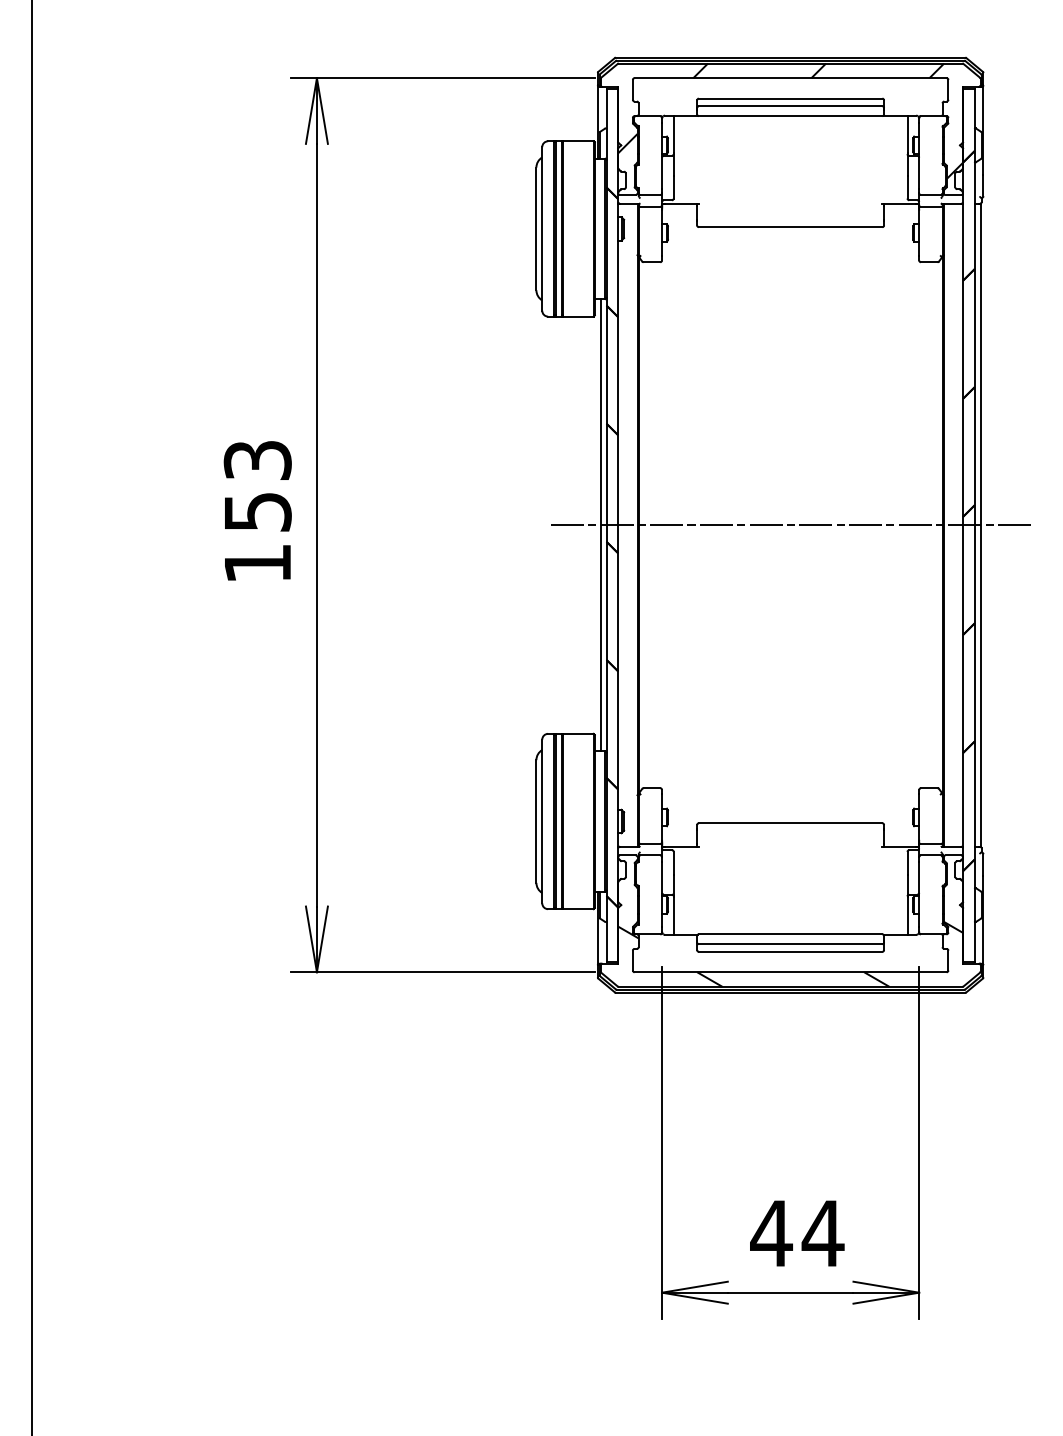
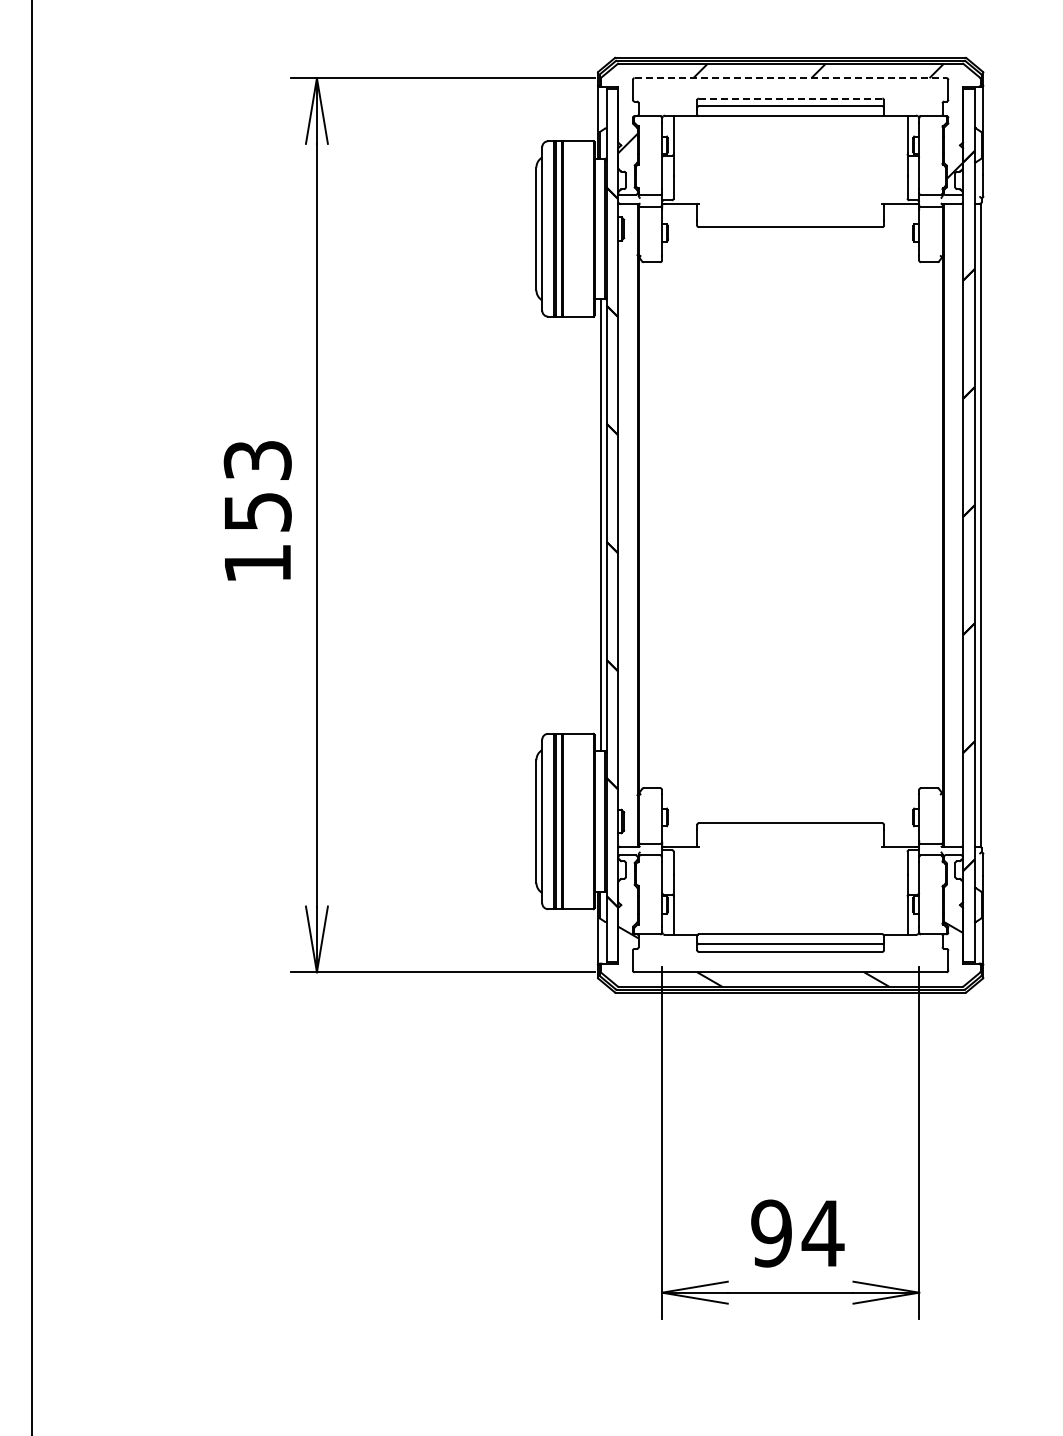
line at (791, 78): solid -> dashed
line at (790, 98): solid -> dashed
line at (790, 525): present -> none
text at (771, 1233): 44 -> 94
